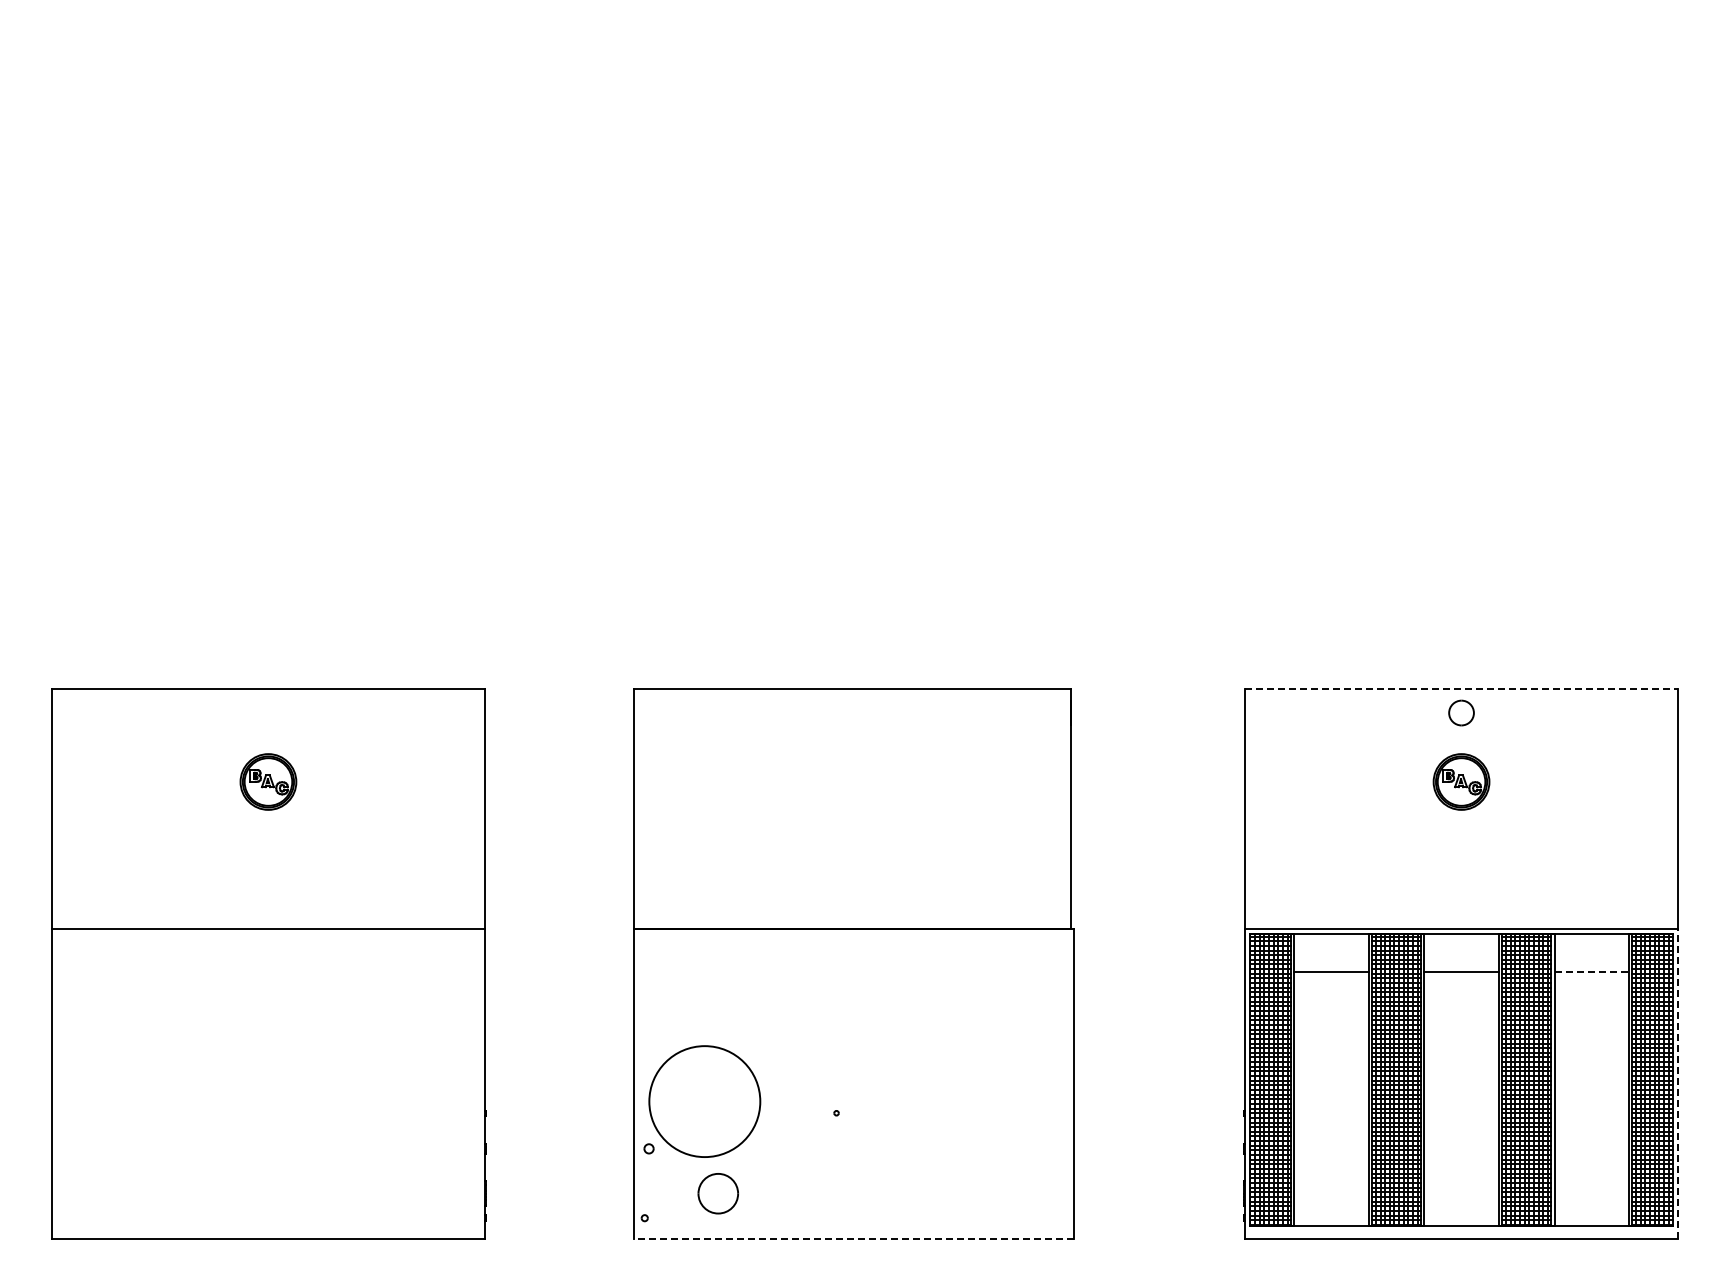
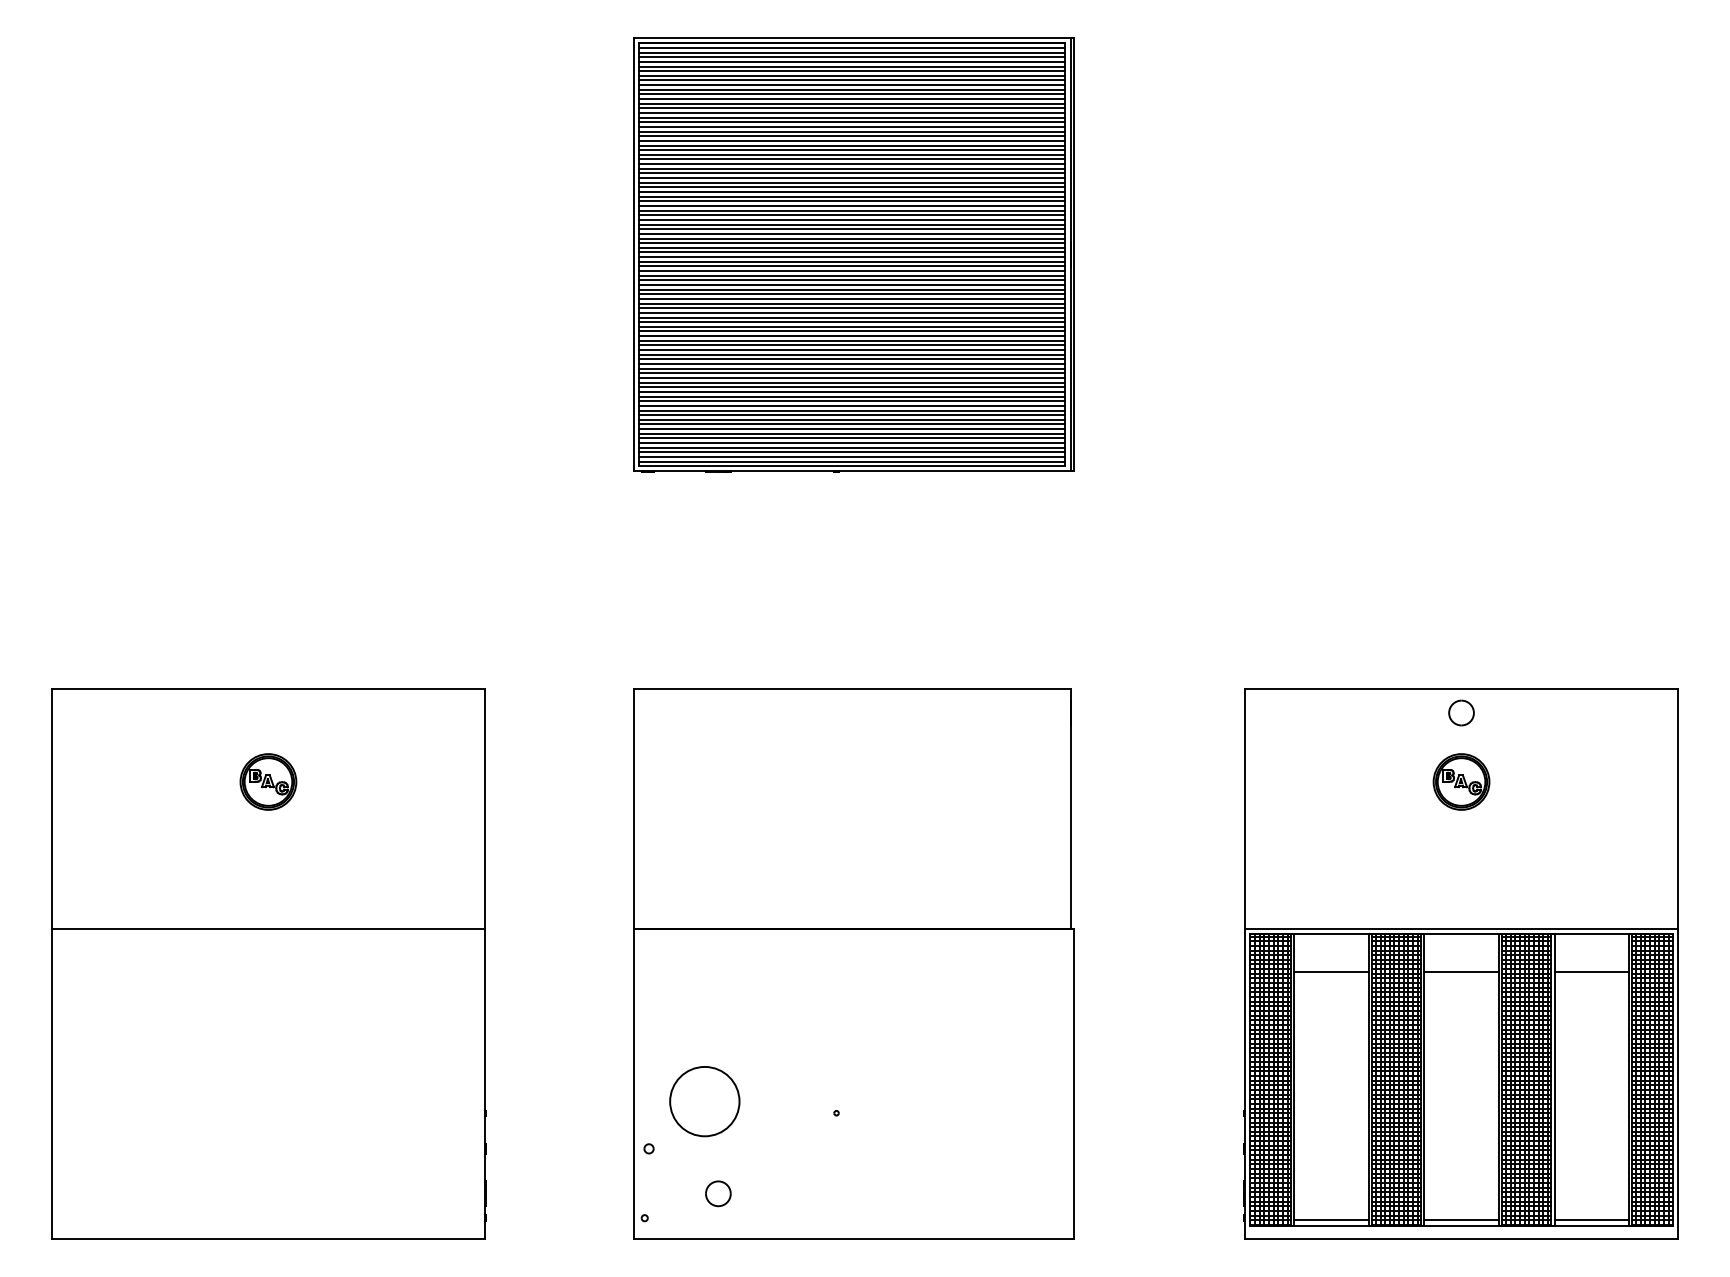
part at (853, 254): none -> present
line at (1461, 689): dashed -> solid
line at (1592, 971): dashed -> solid
line at (1678, 1083): dashed -> solid
circle at (704, 1101) diameter: 111 px -> 69 px
part at (717, 1193) size: 42x42 px -> 27x28 px
line at (1331, 1220): none -> present
line at (1461, 1220): none -> present
line at (1591, 1220): none -> present
line at (853, 1238): dashed -> solid
